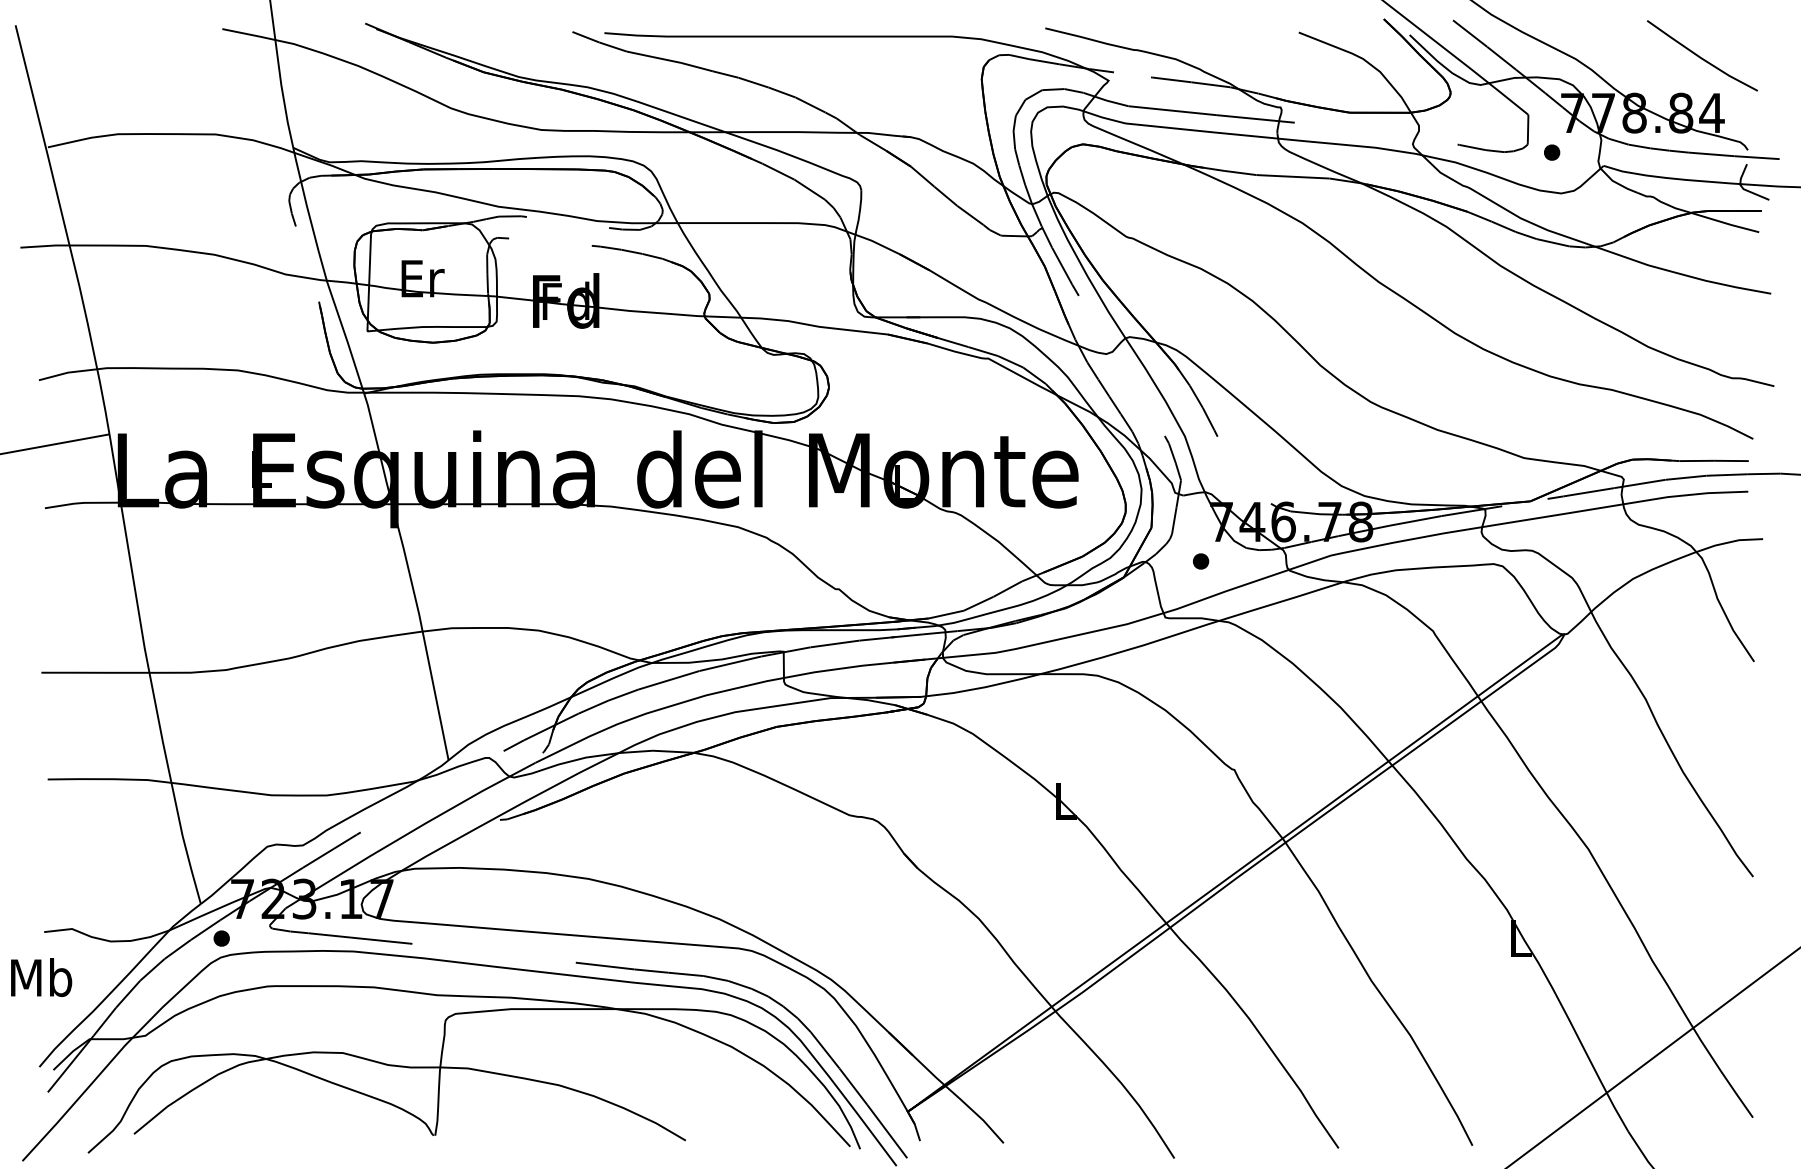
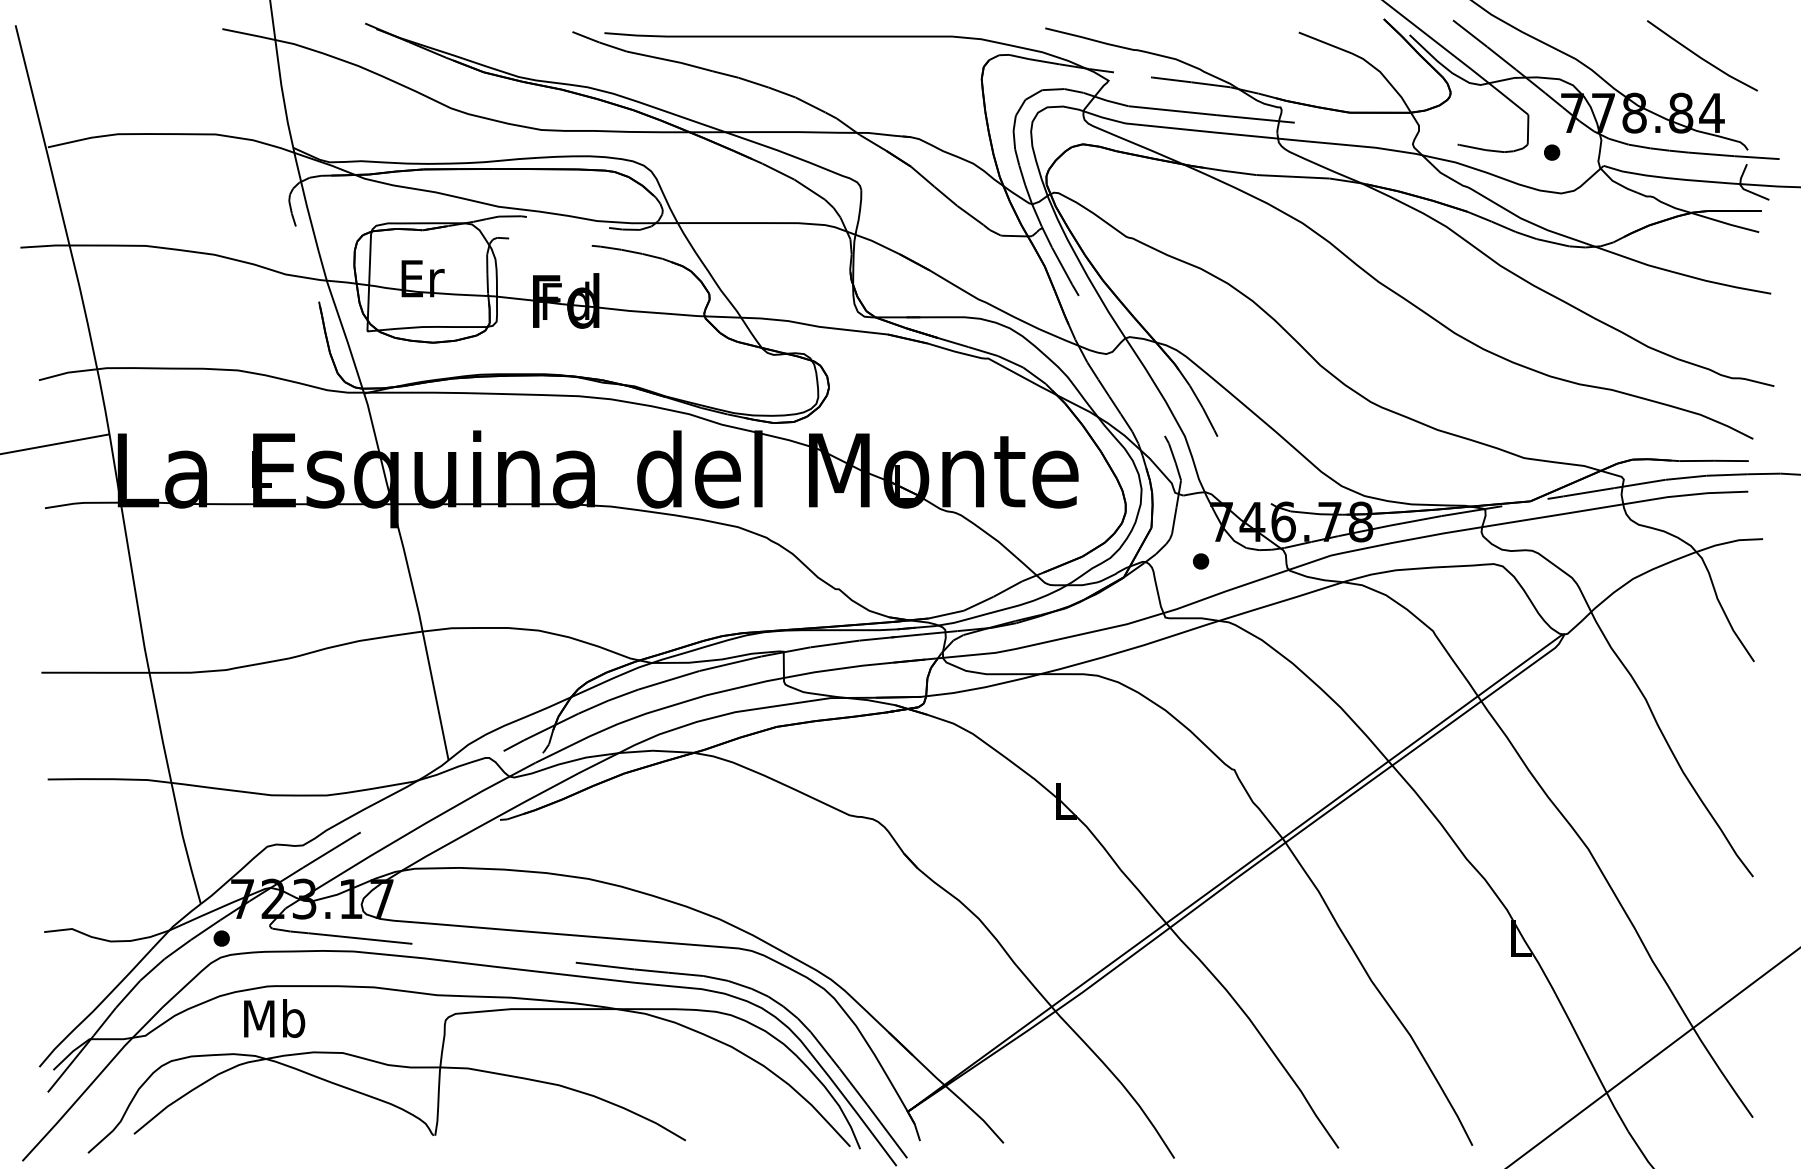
text at (41, 977) position: (41, 977) -> (274, 1018)
